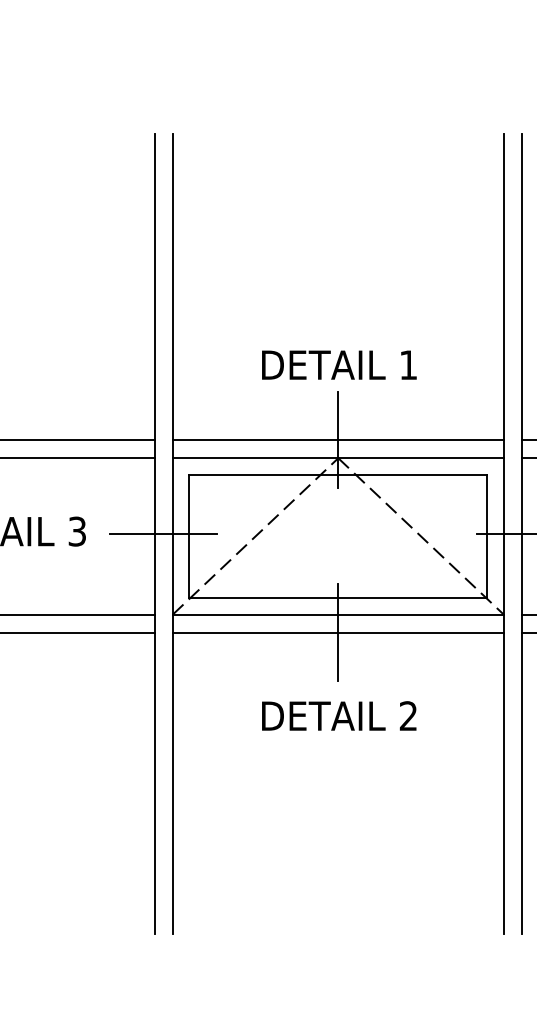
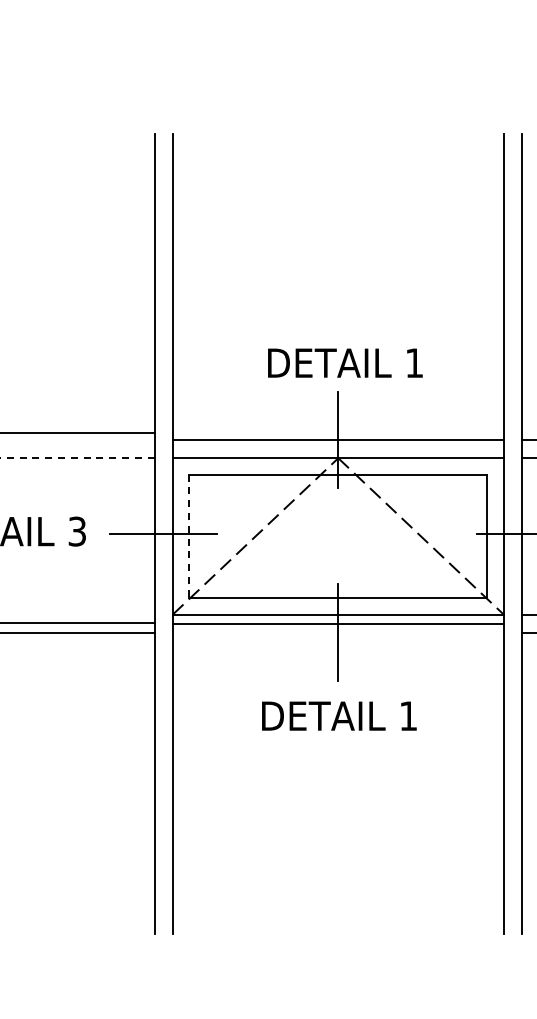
text at (339, 364) position: (339, 364) -> (345, 362)
line at (78, 440) position: (78, 440) -> (78, 433)
line at (77, 458): solid -> dashed
line at (189, 536): solid -> dashed
line at (78, 614) position: (78, 614) -> (78, 622)
line at (337, 632) position: (337, 632) -> (337, 623)
text at (407, 715): 2 -> 1
